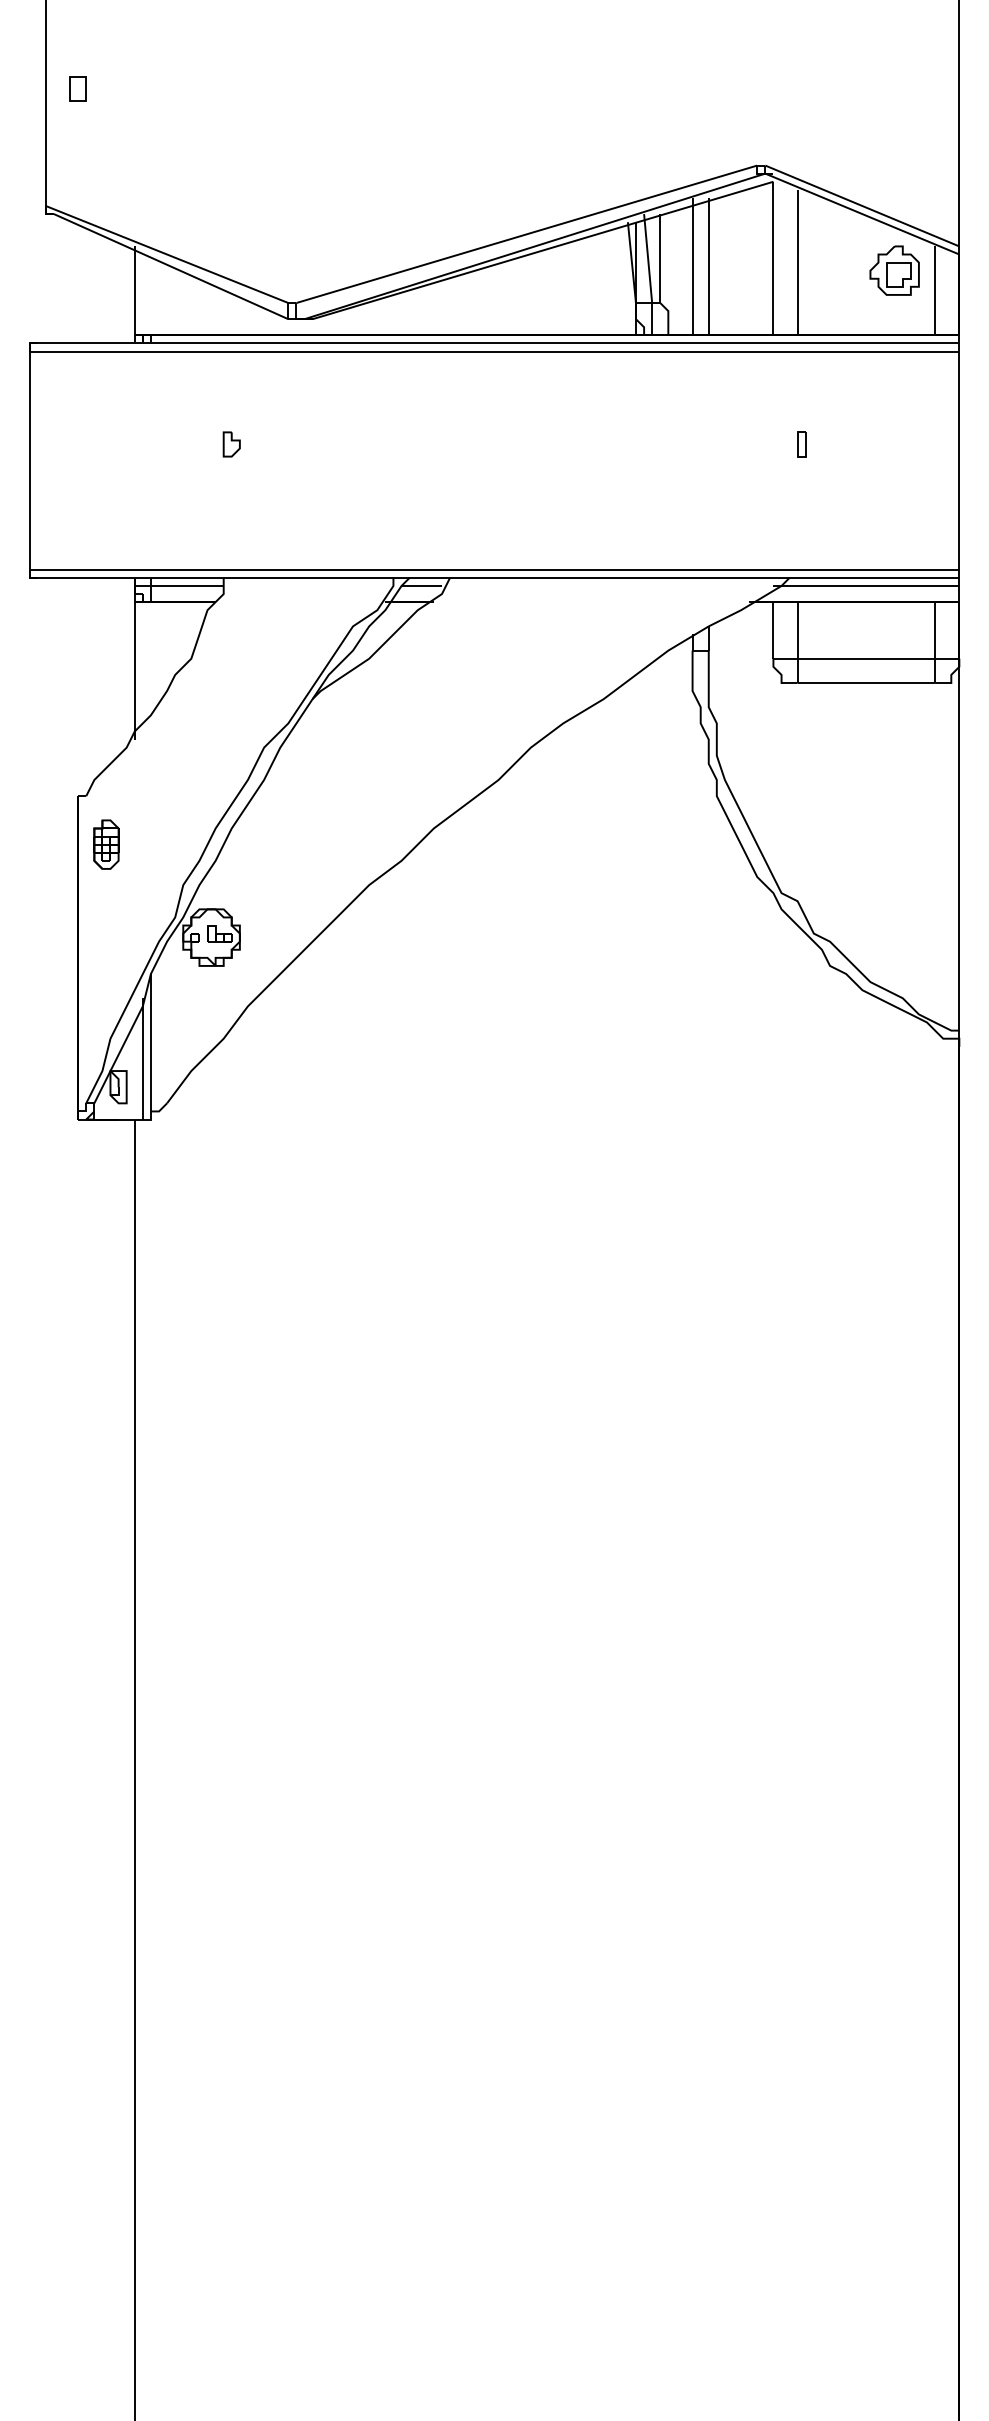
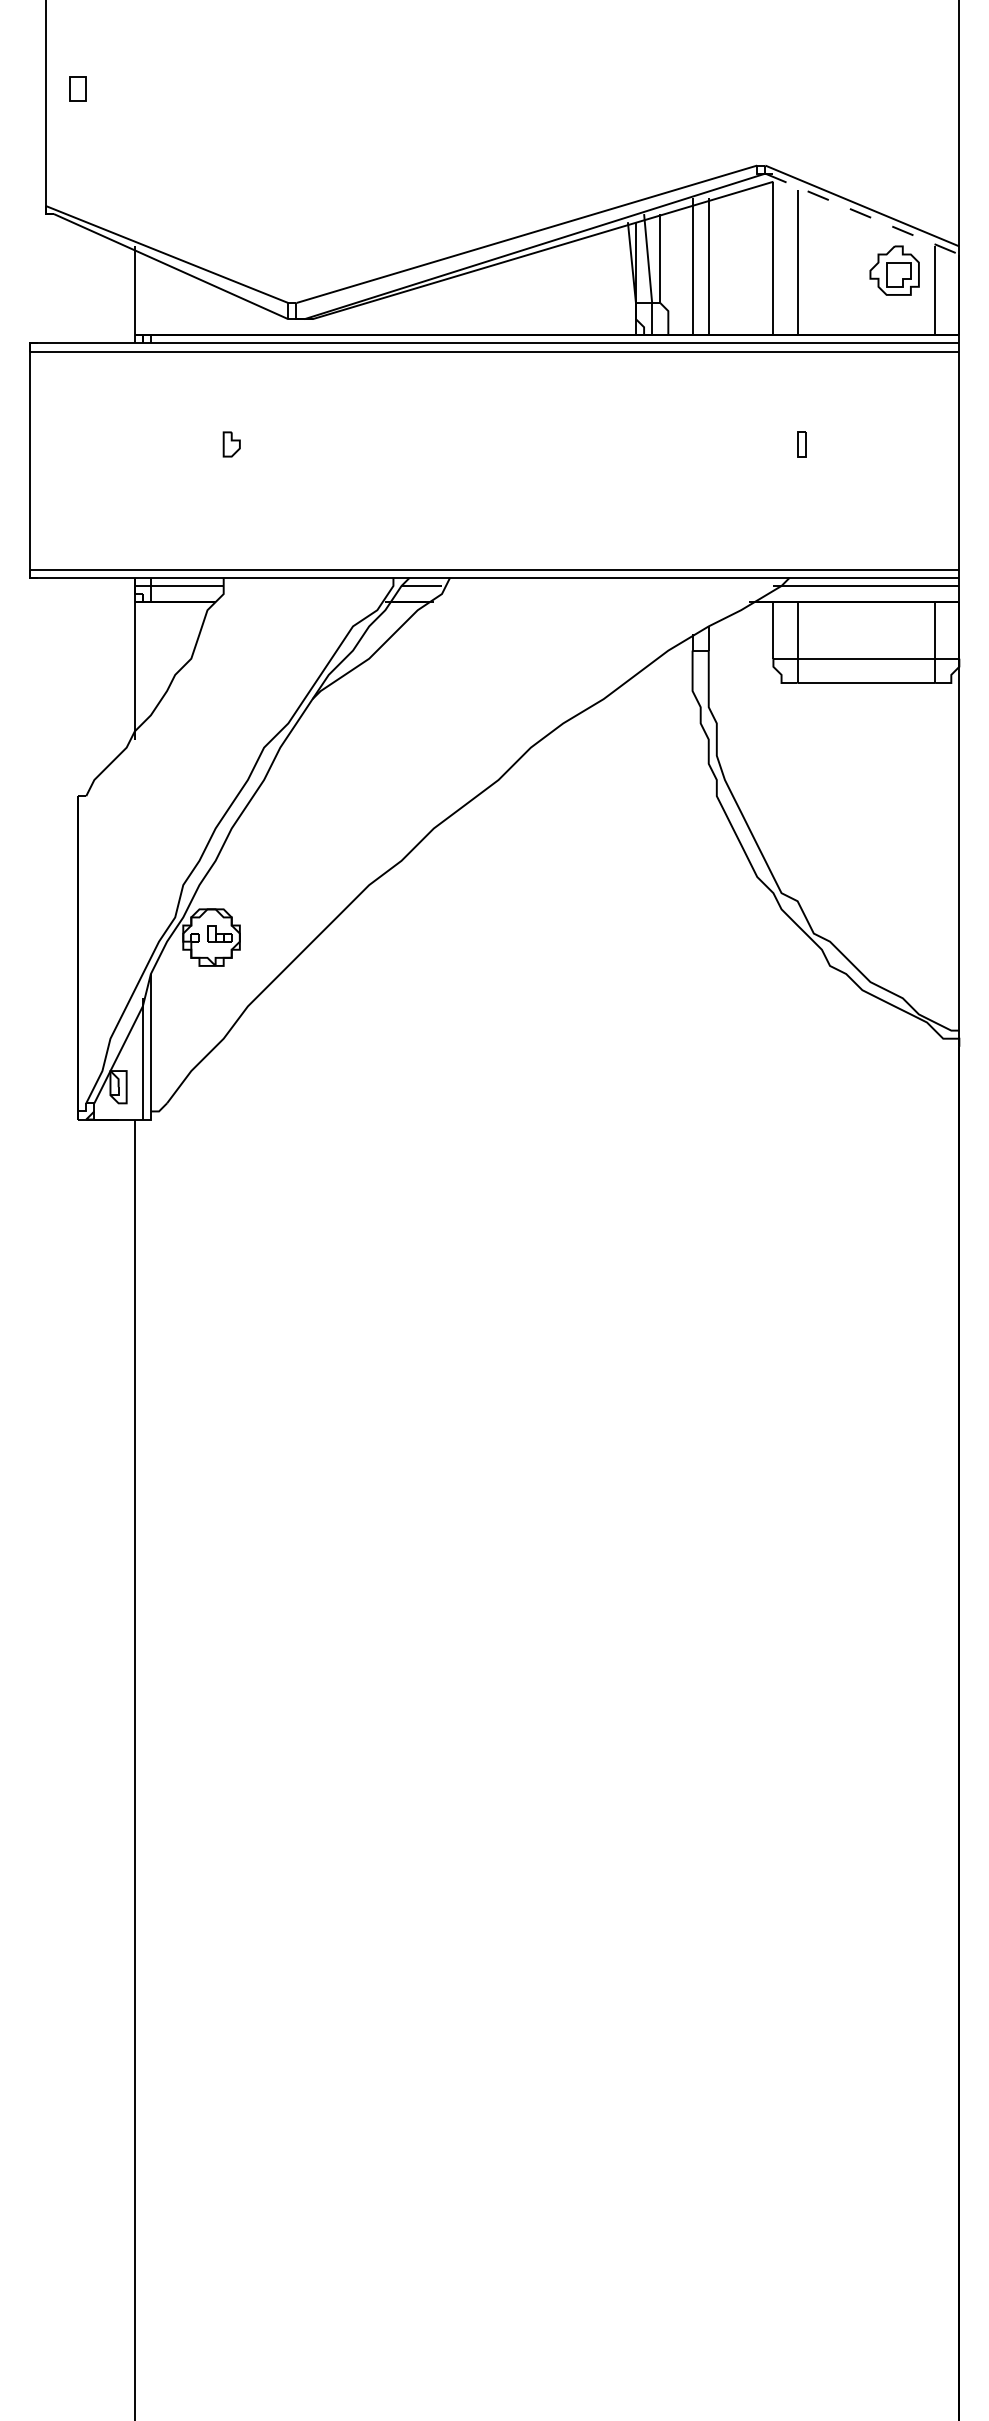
line at (862, 214): solid -> dashed
part at (106, 844): present -> none
